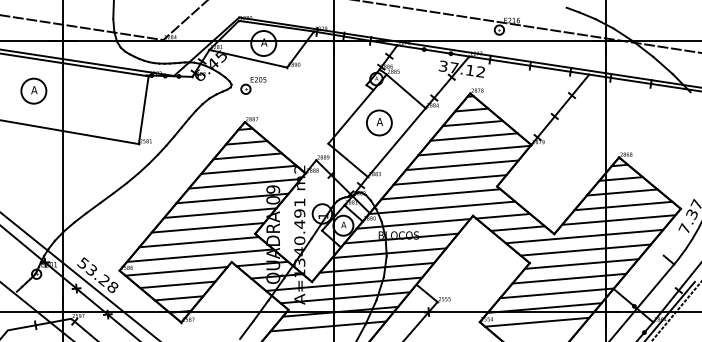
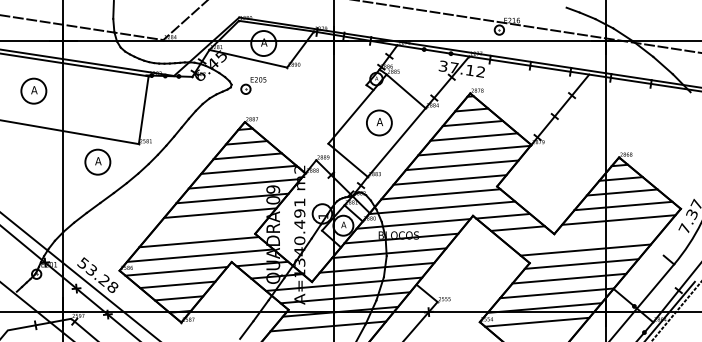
part at (97, 161): none -> present
line at (207, 227): present -> none
line at (584, 236): present -> none
